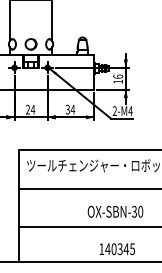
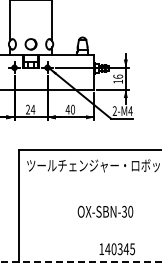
text at (70, 109): 34 -> 40
line at (88, 188): present -> none
text at (115, 211) position: (115, 211) -> (105, 211)
line at (88, 227): present -> none
line at (81, 262): solid -> dashed
